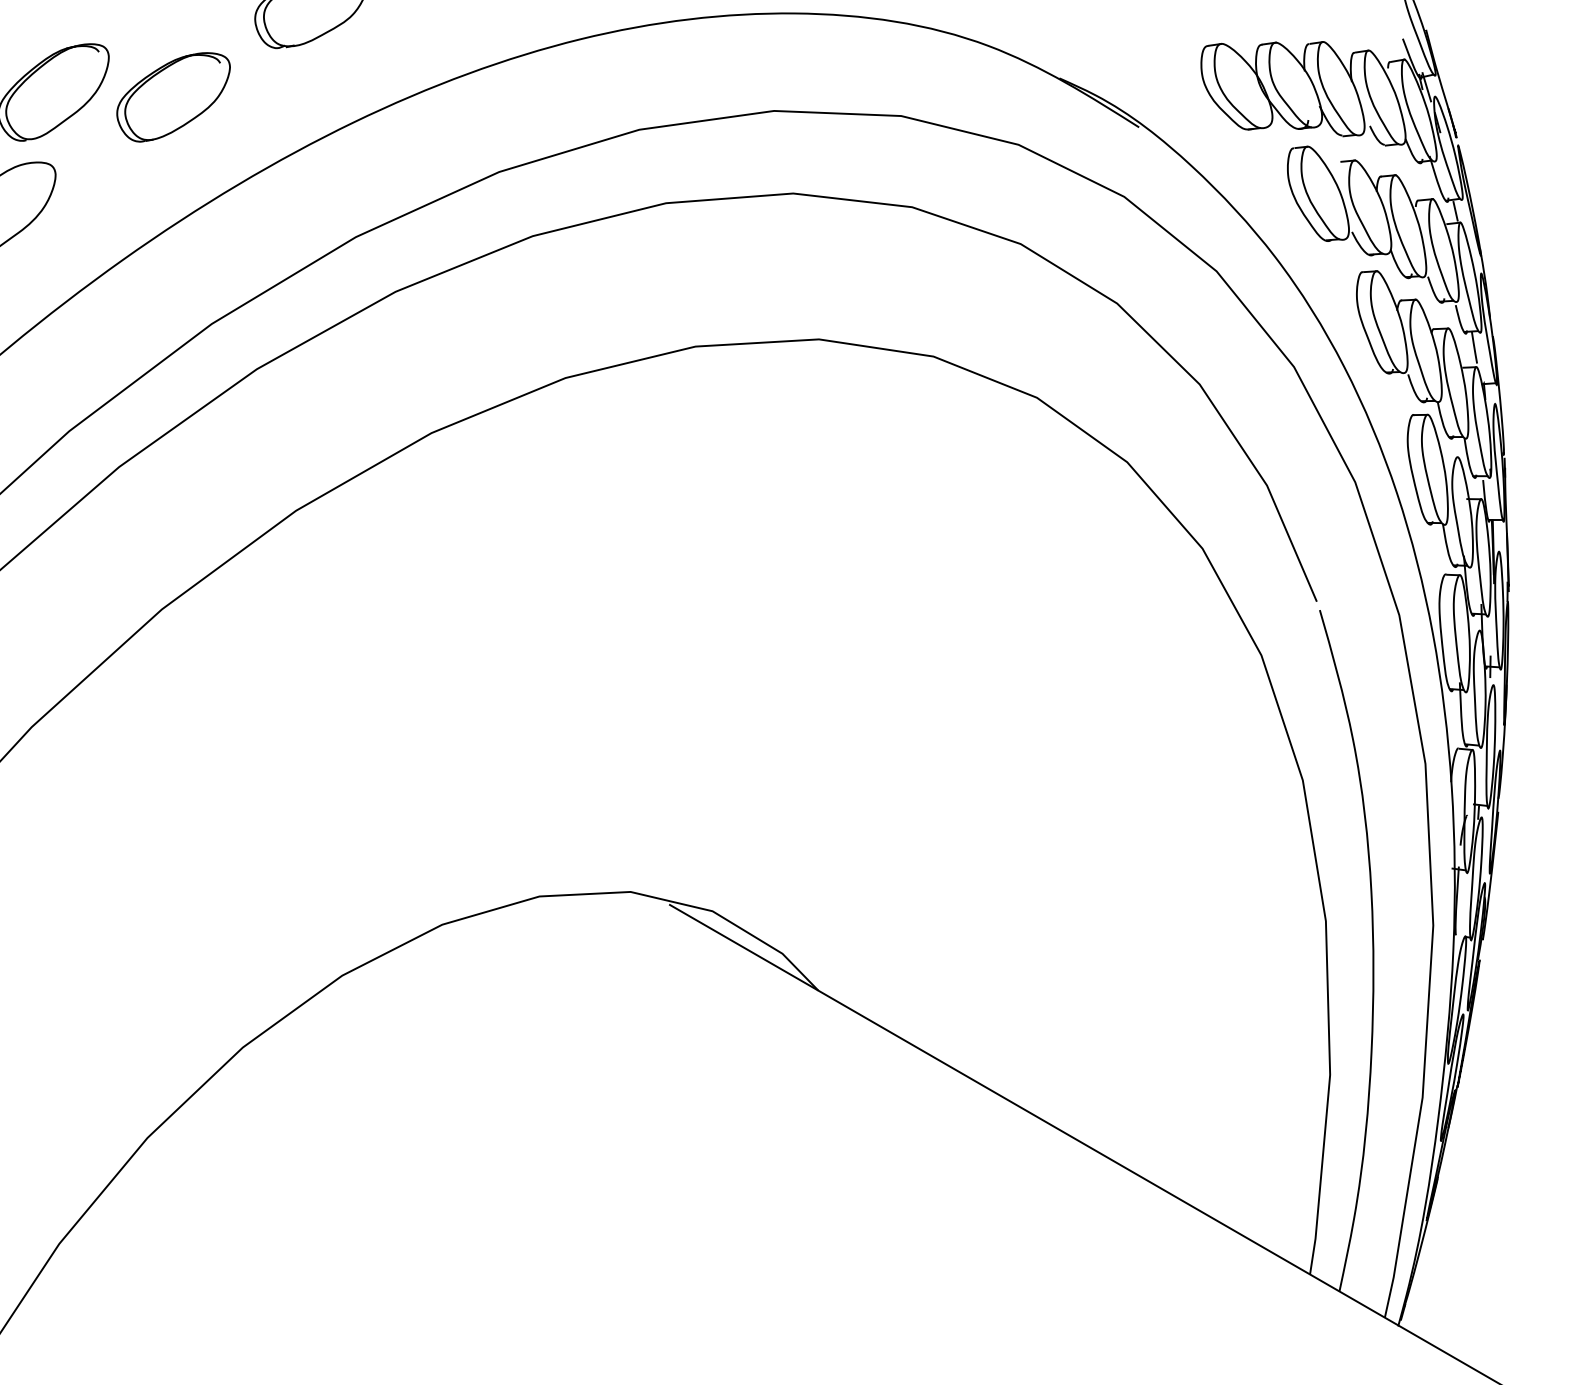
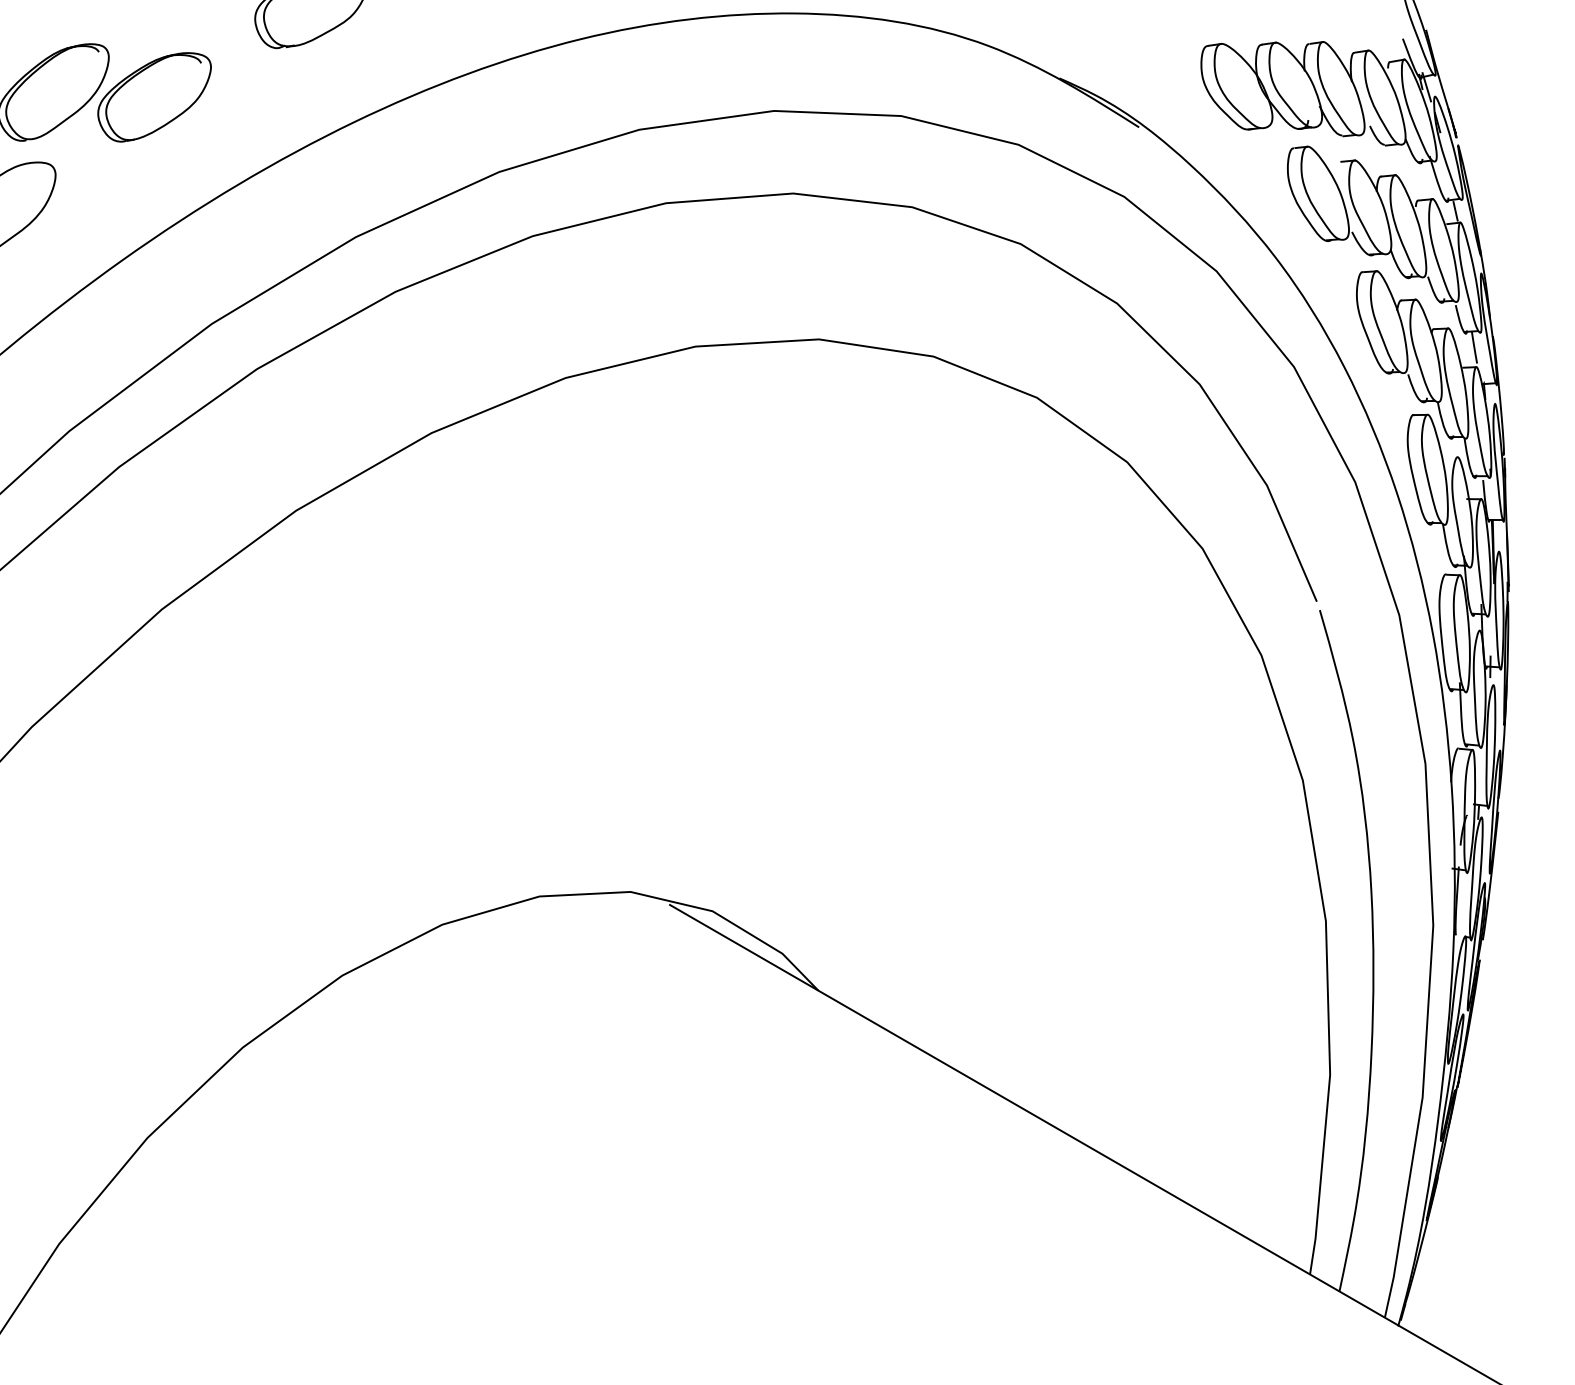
part at (173, 97) position: (173, 97) -> (154, 97)
